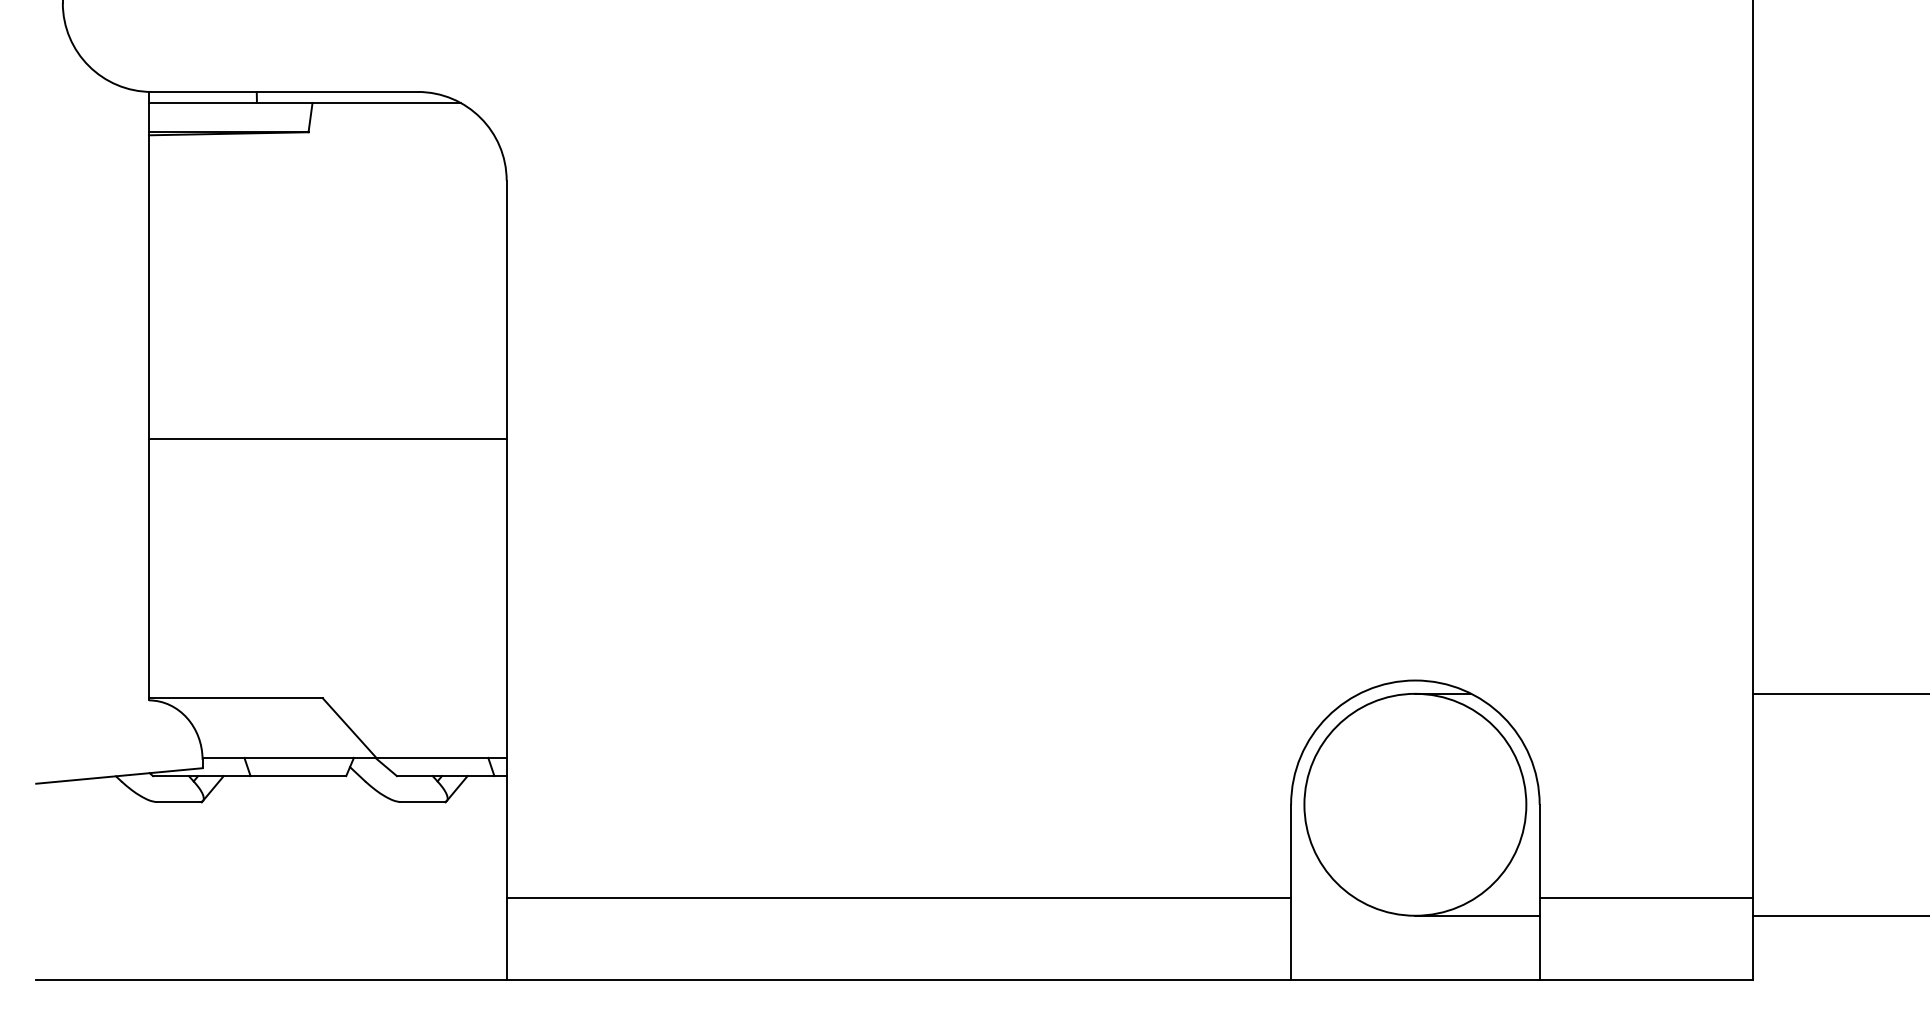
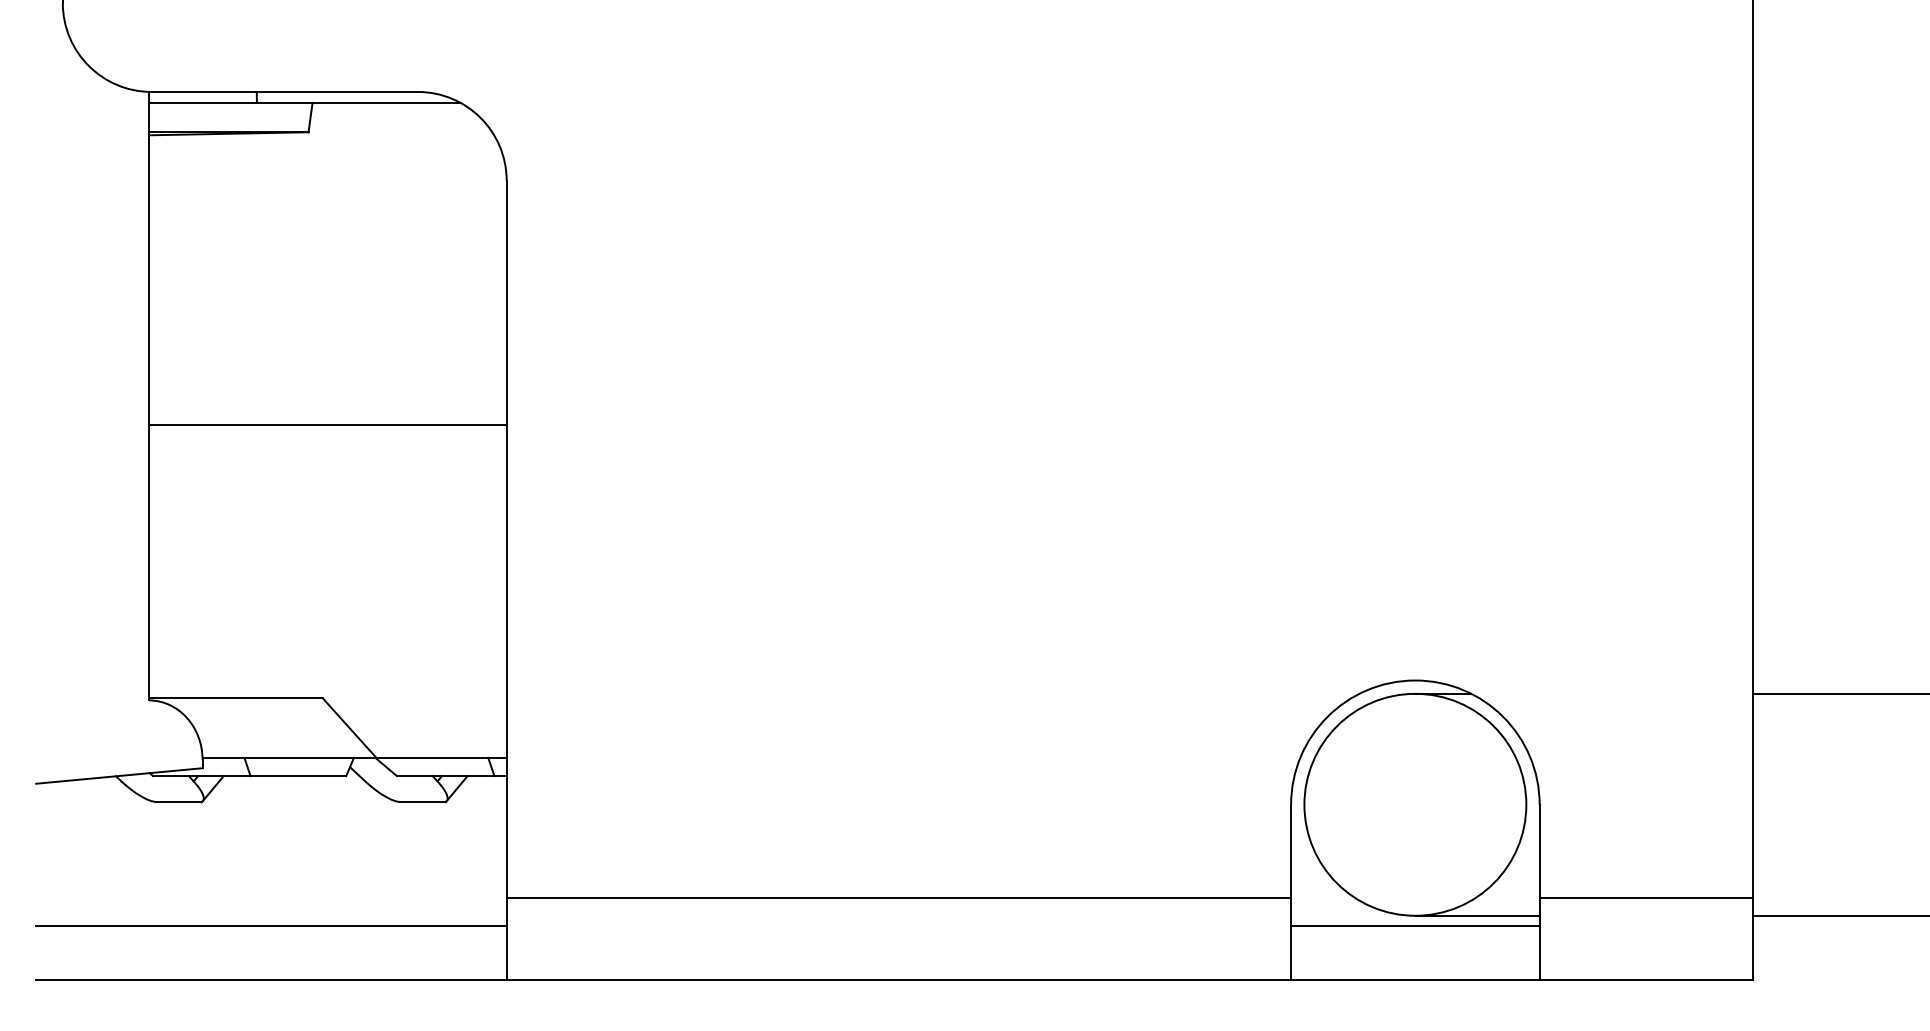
line at (327, 439) position: (327, 439) -> (327, 425)
line at (271, 926): none -> present
line at (1415, 926): none -> present
